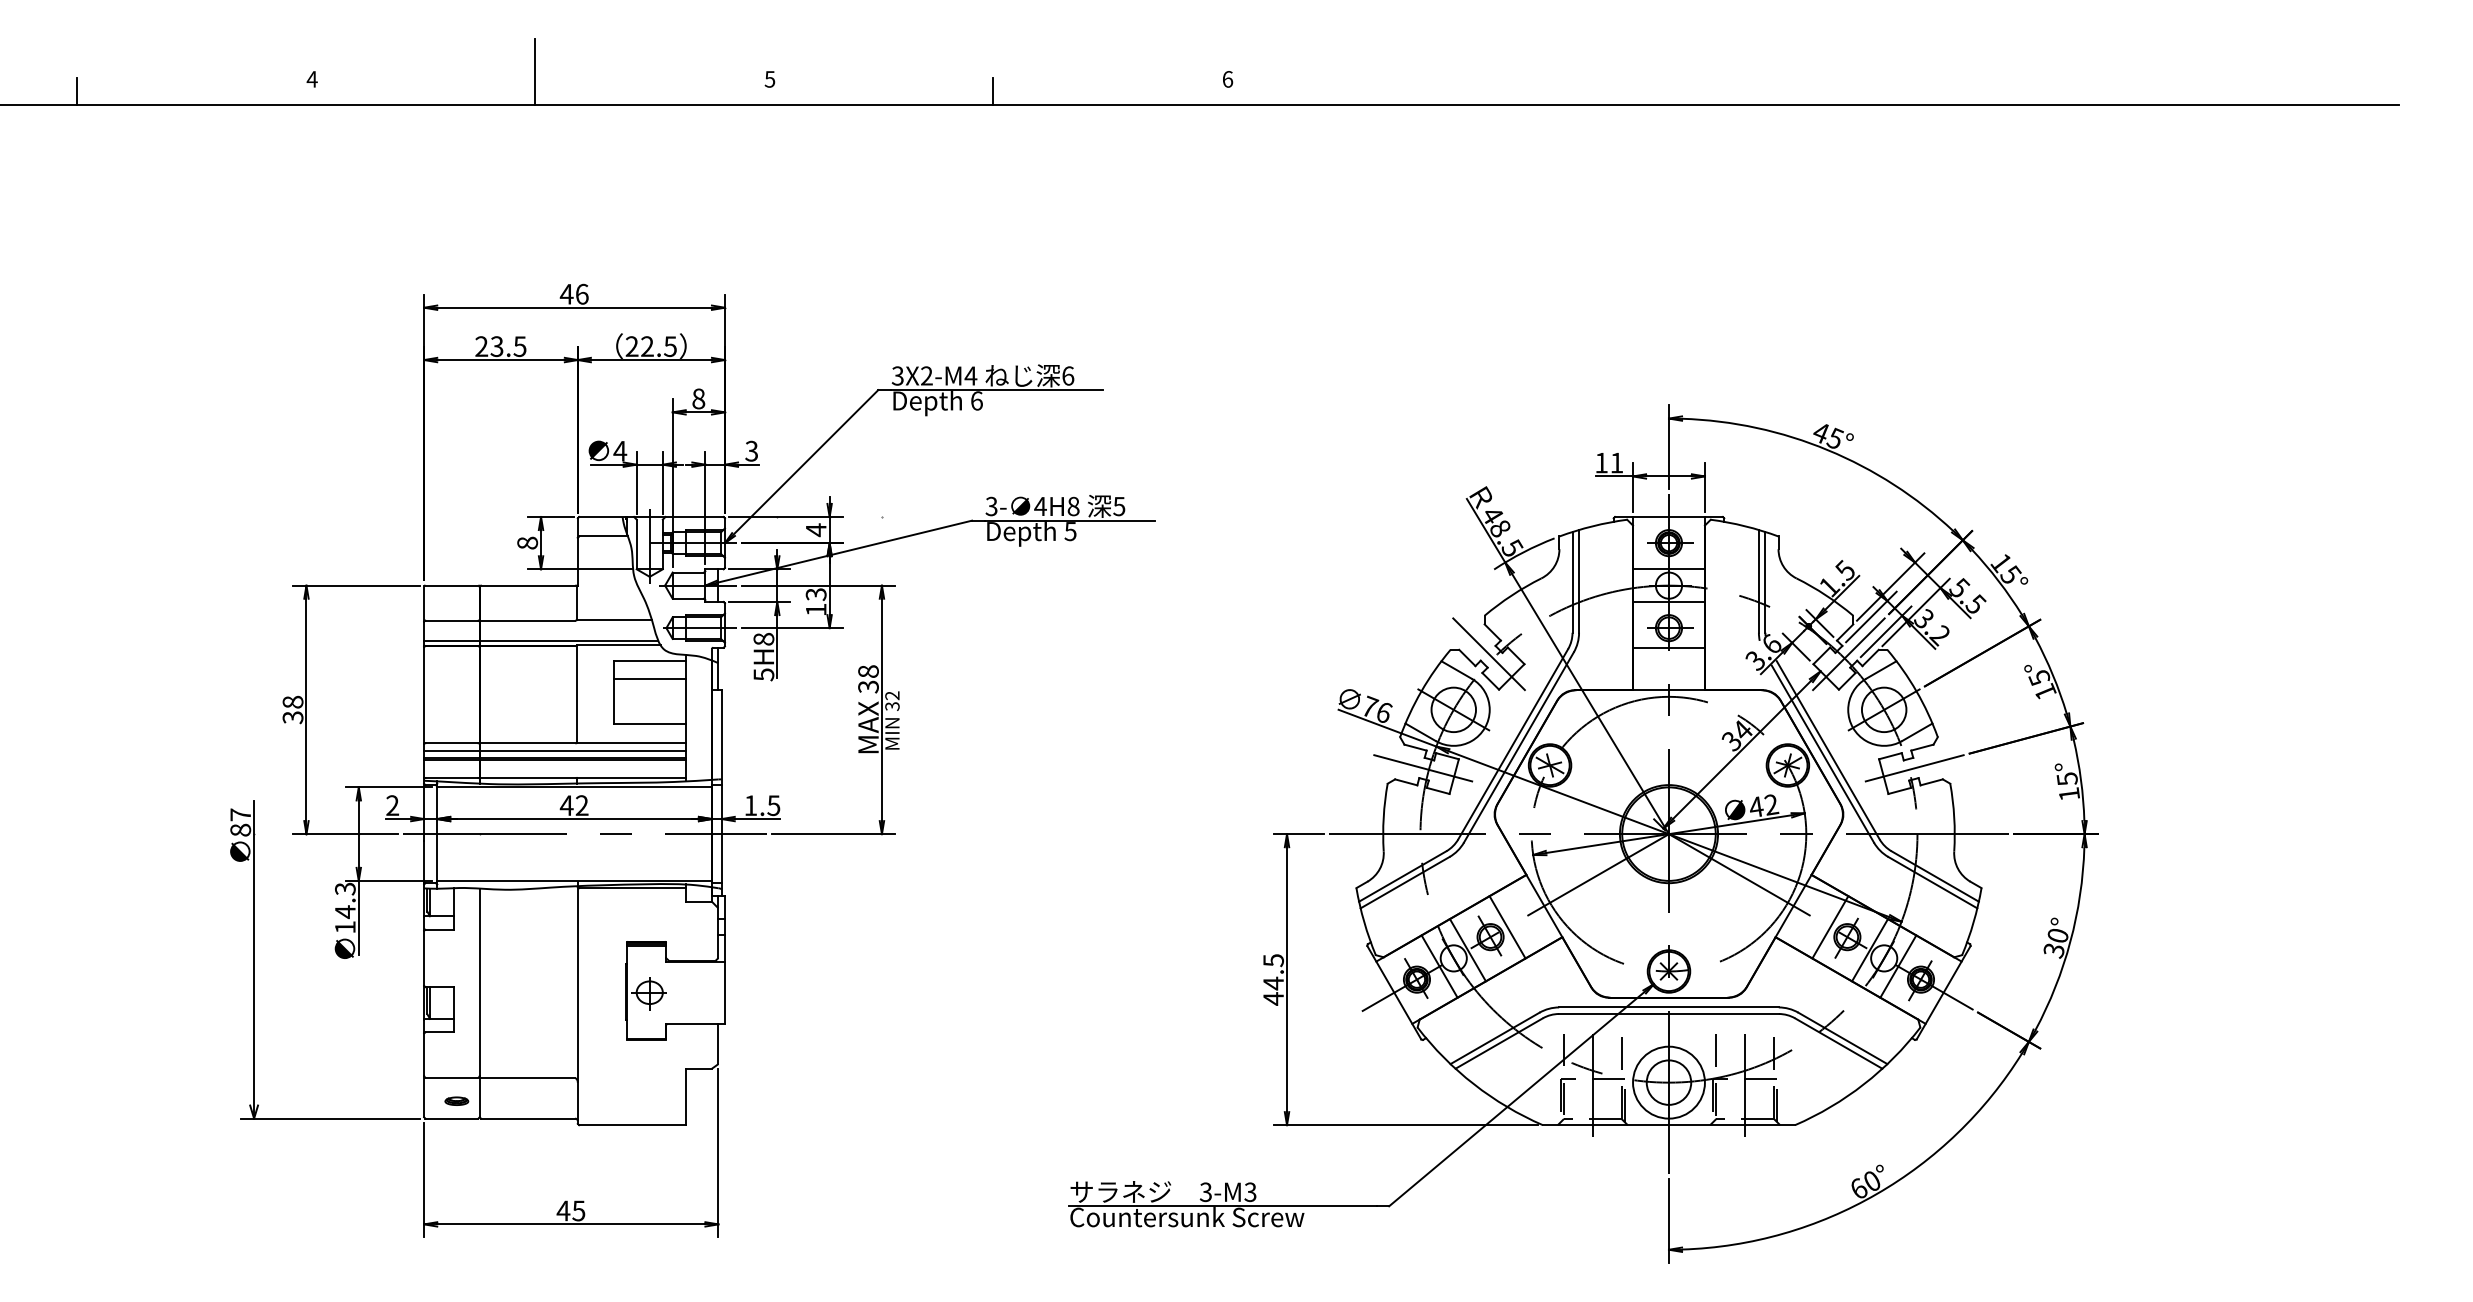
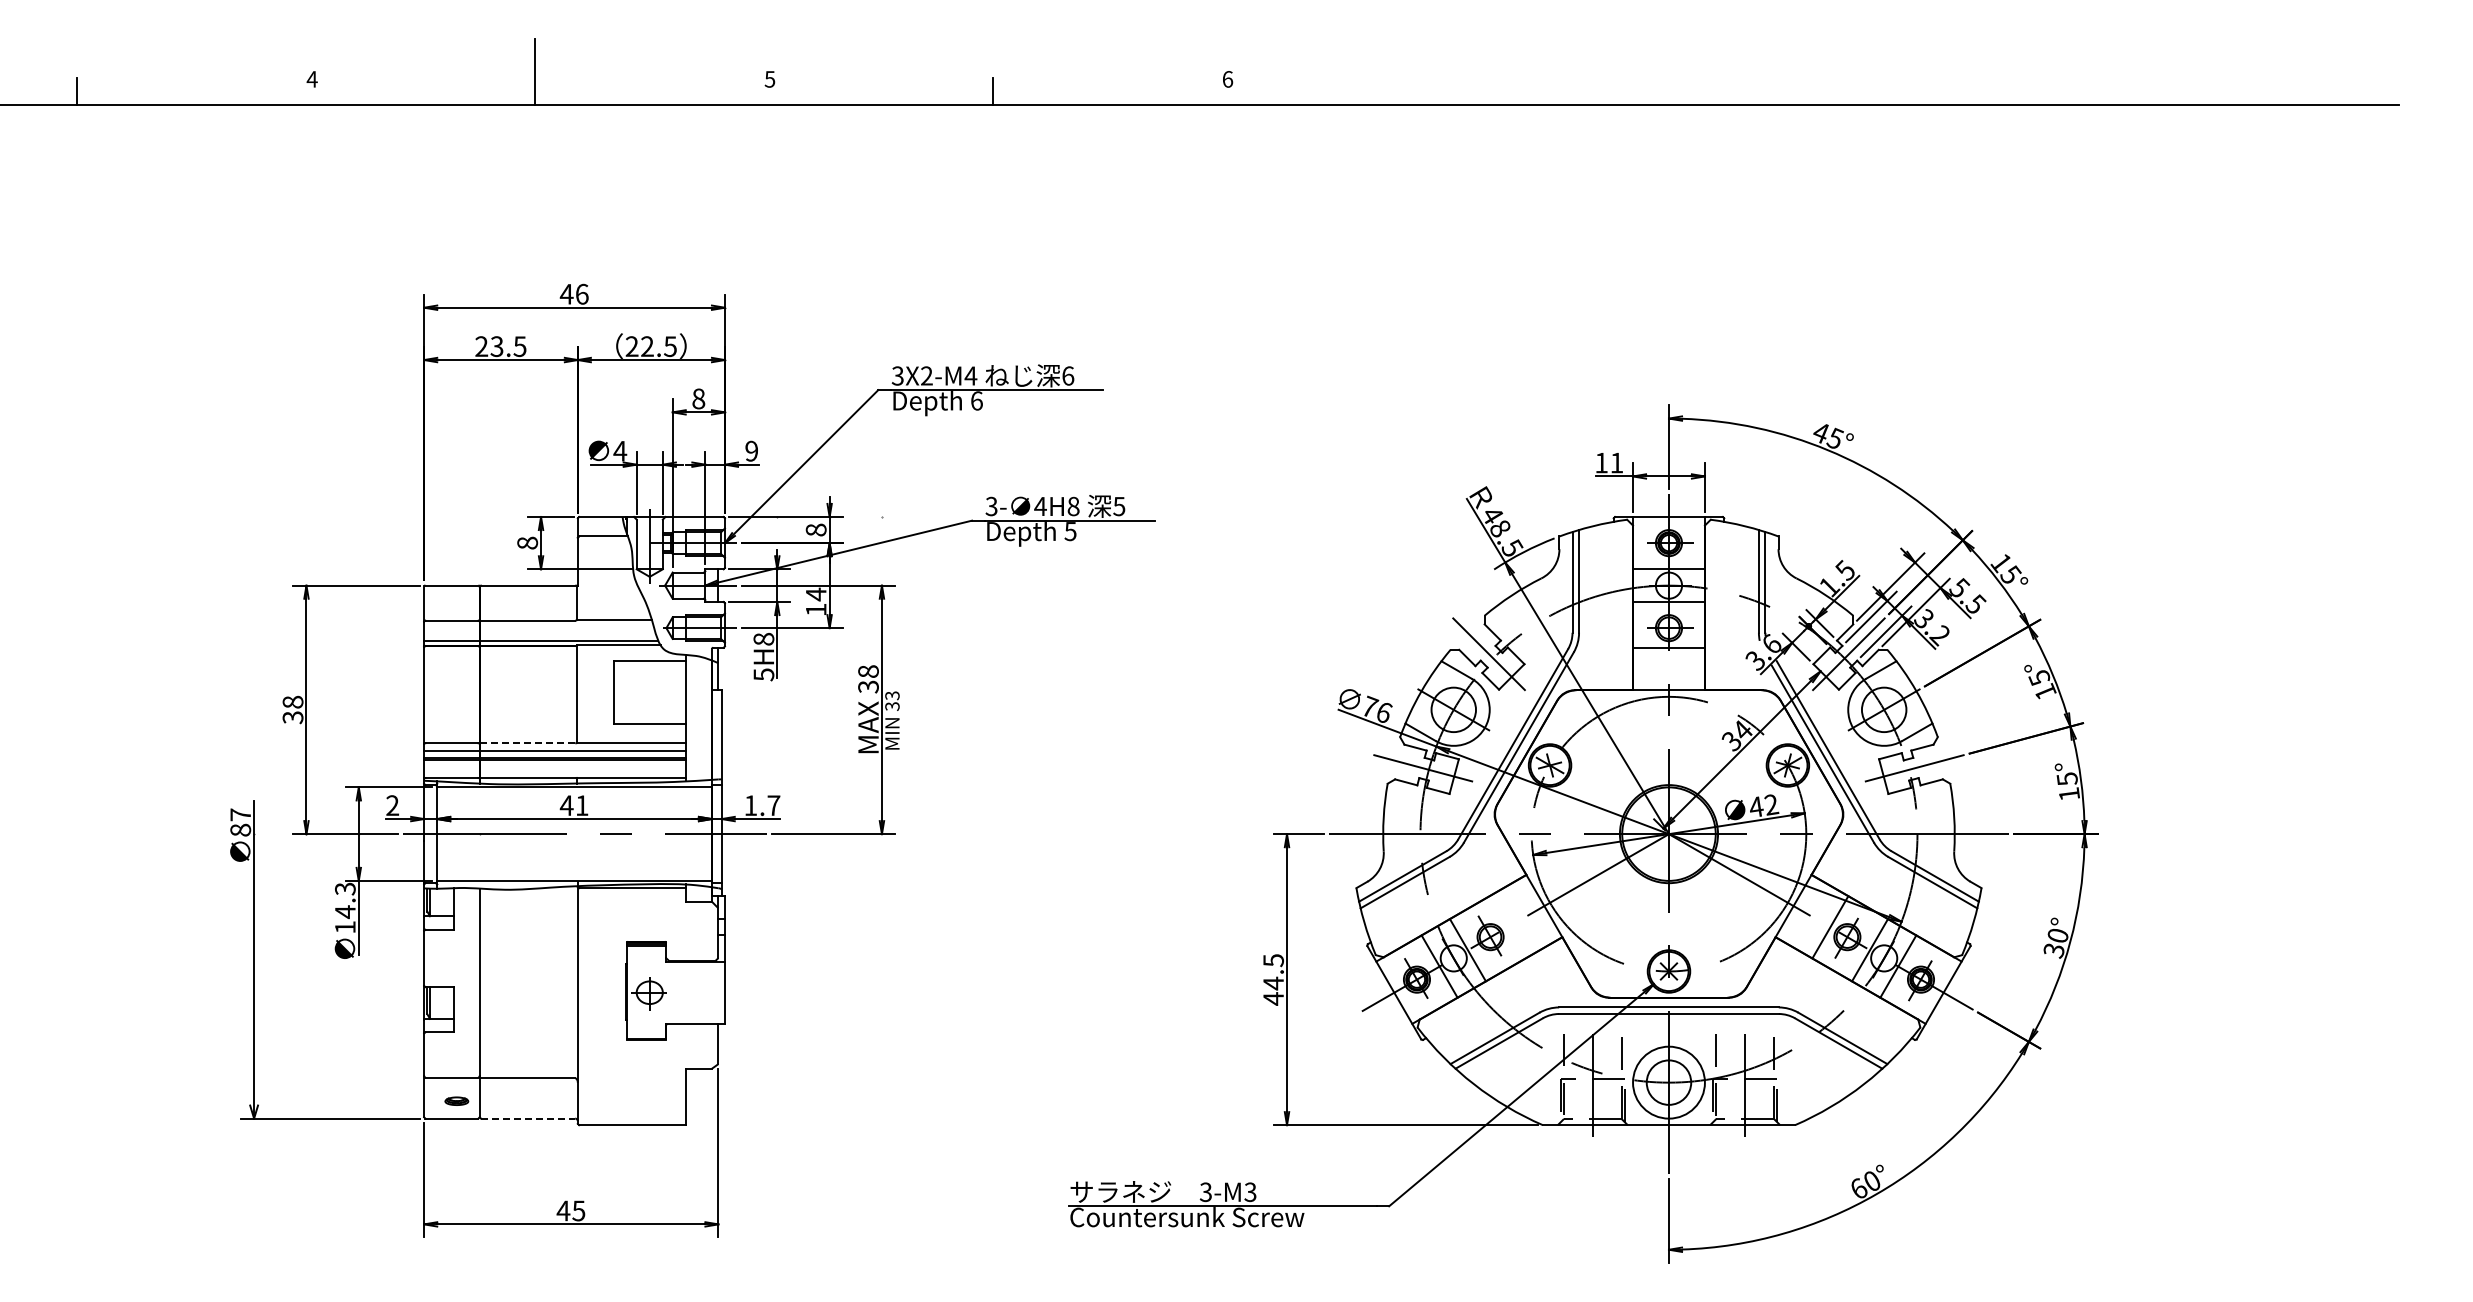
text at (751, 451): 3 -> 9
text at (815, 530): 4 -> 8
text at (815, 594): 13 -> 14
line at (649, 678): present -> none
text at (892, 695): 32 -> 33
line at (527, 743): solid -> dashed
text at (581, 805): 42 -> 41
text at (773, 805): 1.5 -> 1.7
line at (1507, 927): present -> none
line at (528, 1118): solid -> dashed
